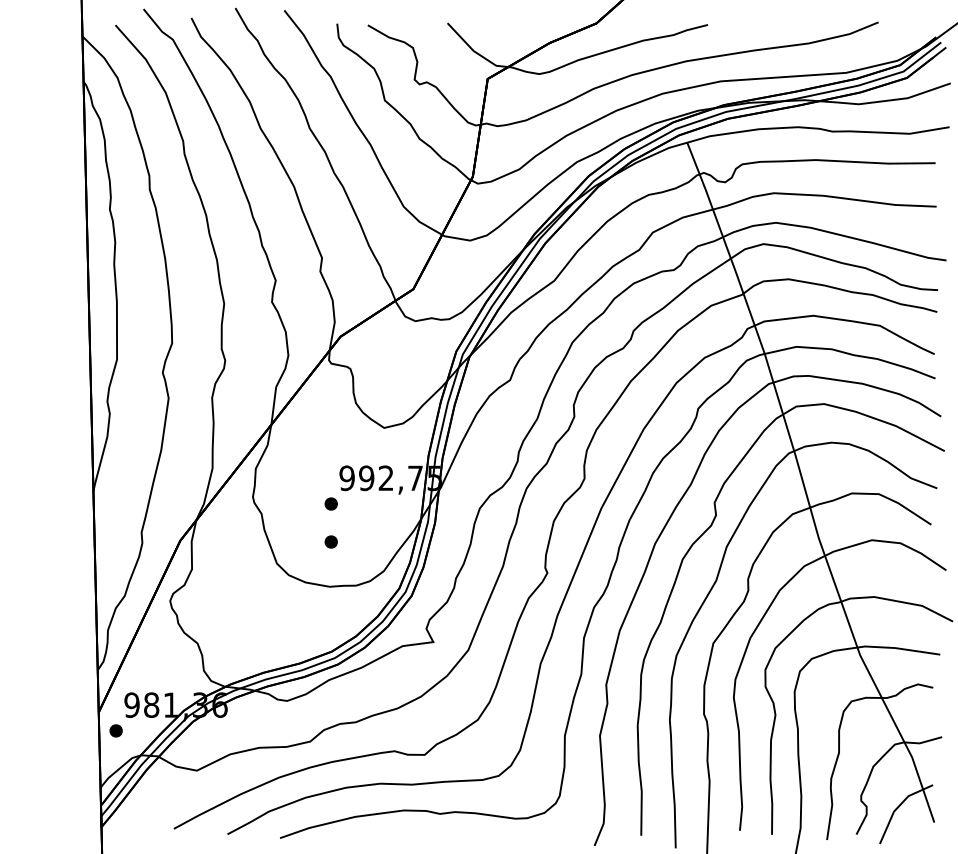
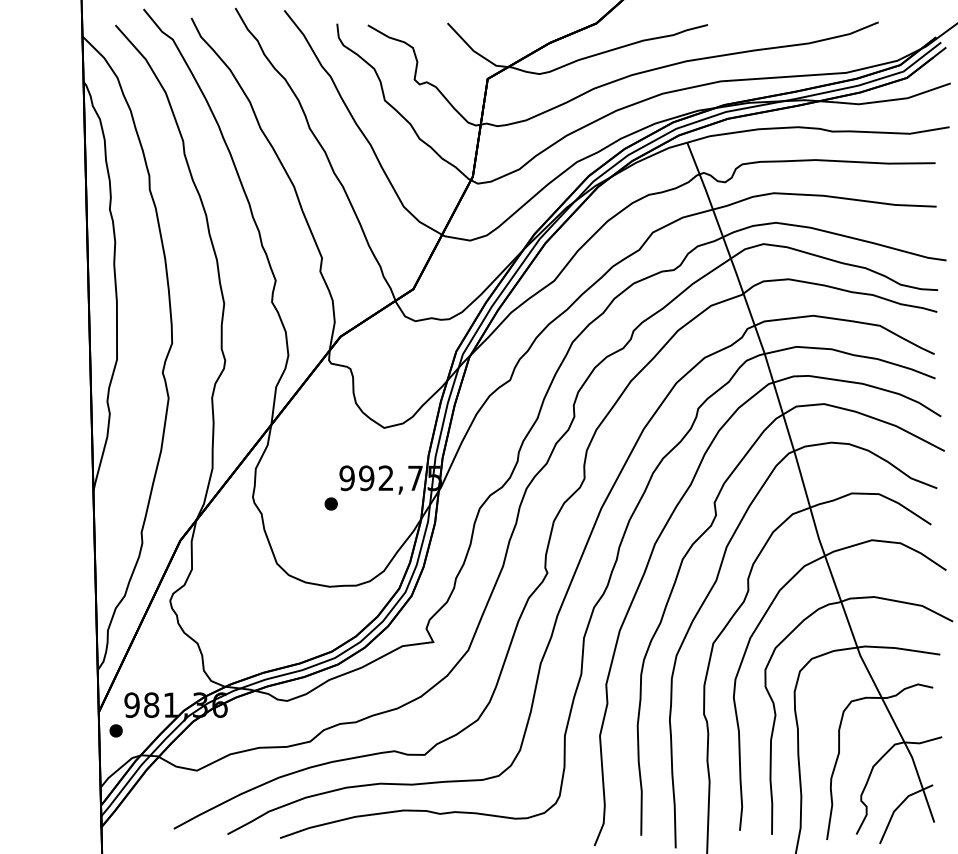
part at (330, 541): present -> none
